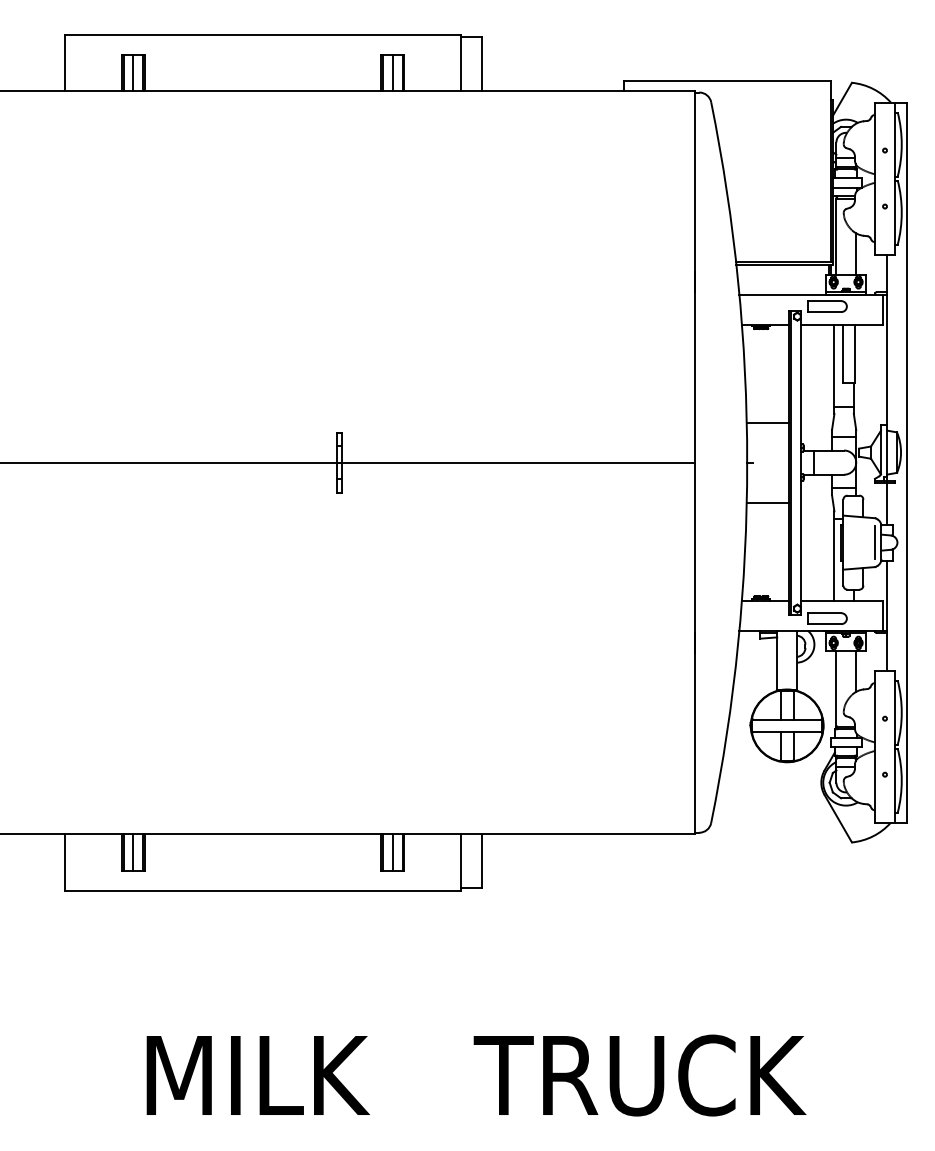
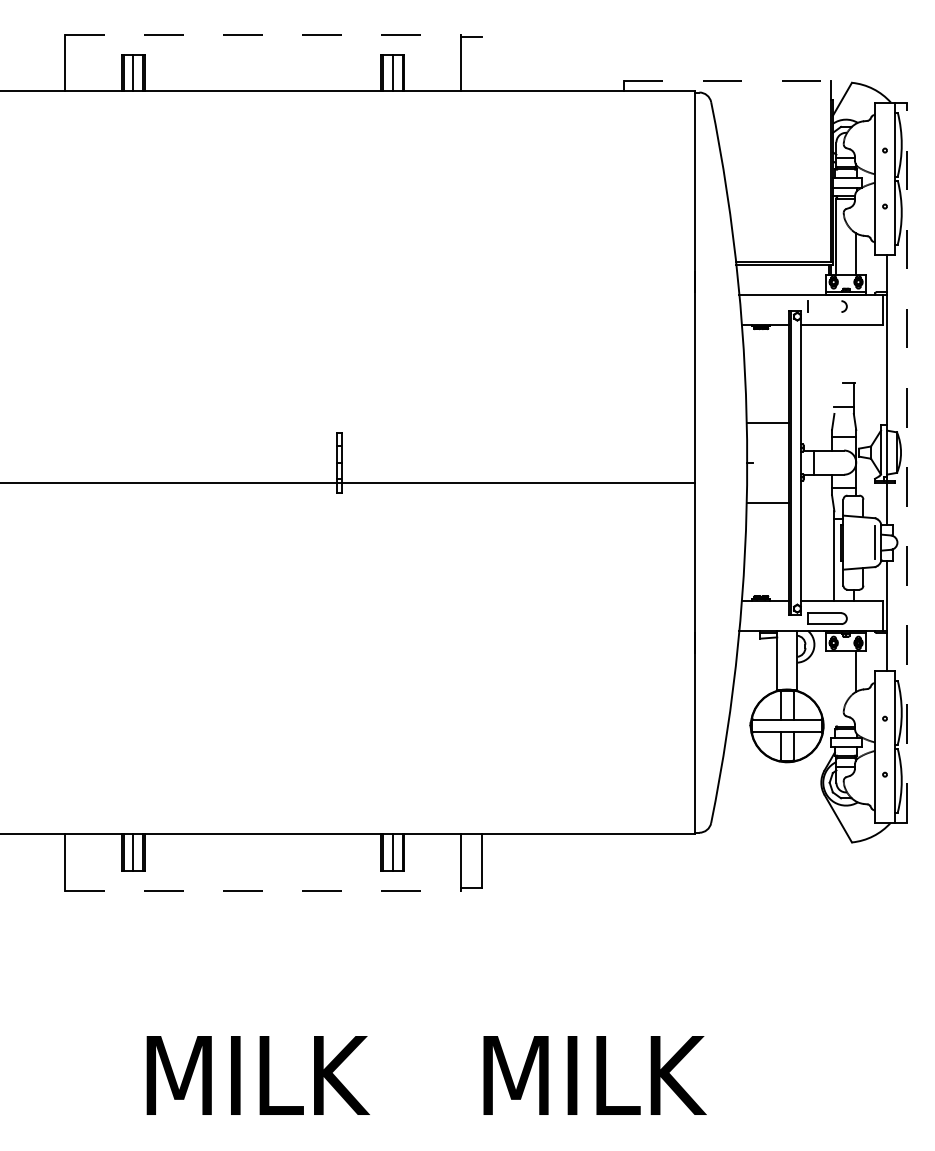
line at (263, 34): solid -> dashed
line at (482, 63): present -> none
line at (727, 81): solid -> dashed
line at (824, 301): present -> none
line at (824, 312): present -> none
line at (843, 353): present -> none
line at (855, 353): present -> none
line at (834, 368): present -> none
line at (348, 462) position: (348, 462) -> (348, 482)
line at (907, 462): solid -> dashed
line at (836, 688): present -> none
line at (263, 890): solid -> dashed
text at (639, 1075): TRUCK -> MILK
